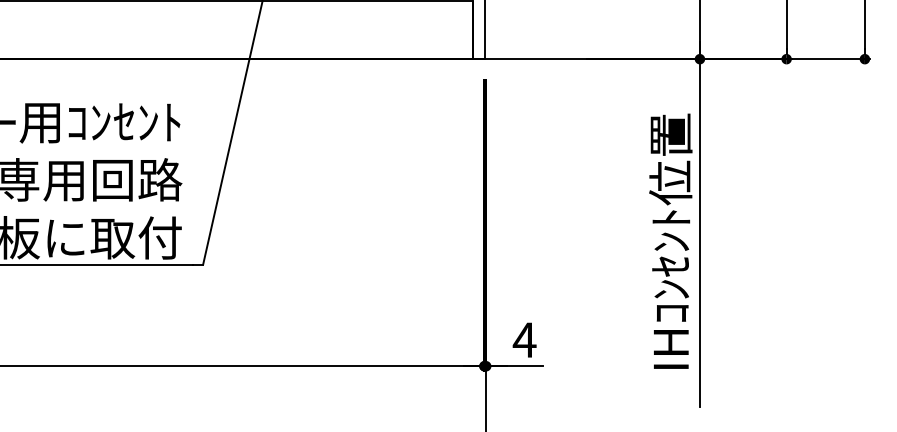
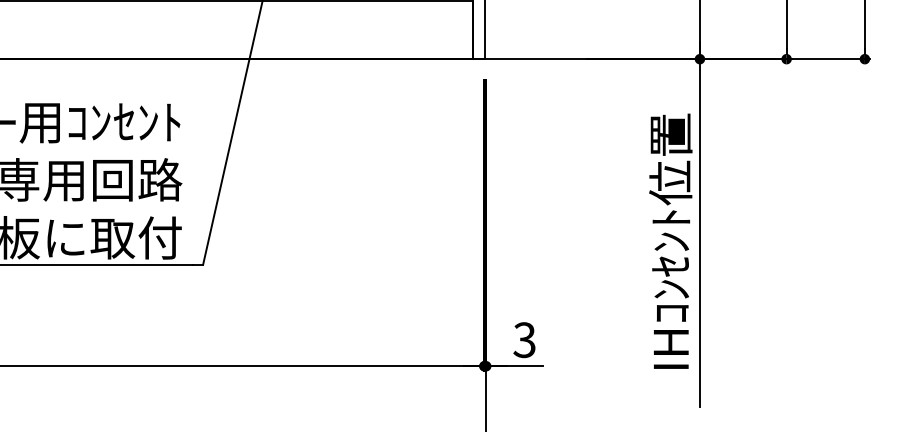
text at (524, 340): 4 -> 3
